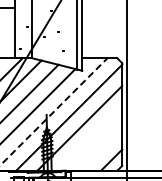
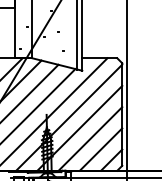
line at (54, 111): dashed -> solid
line at (90, 138): none -> present
line at (100, 149): none -> present
